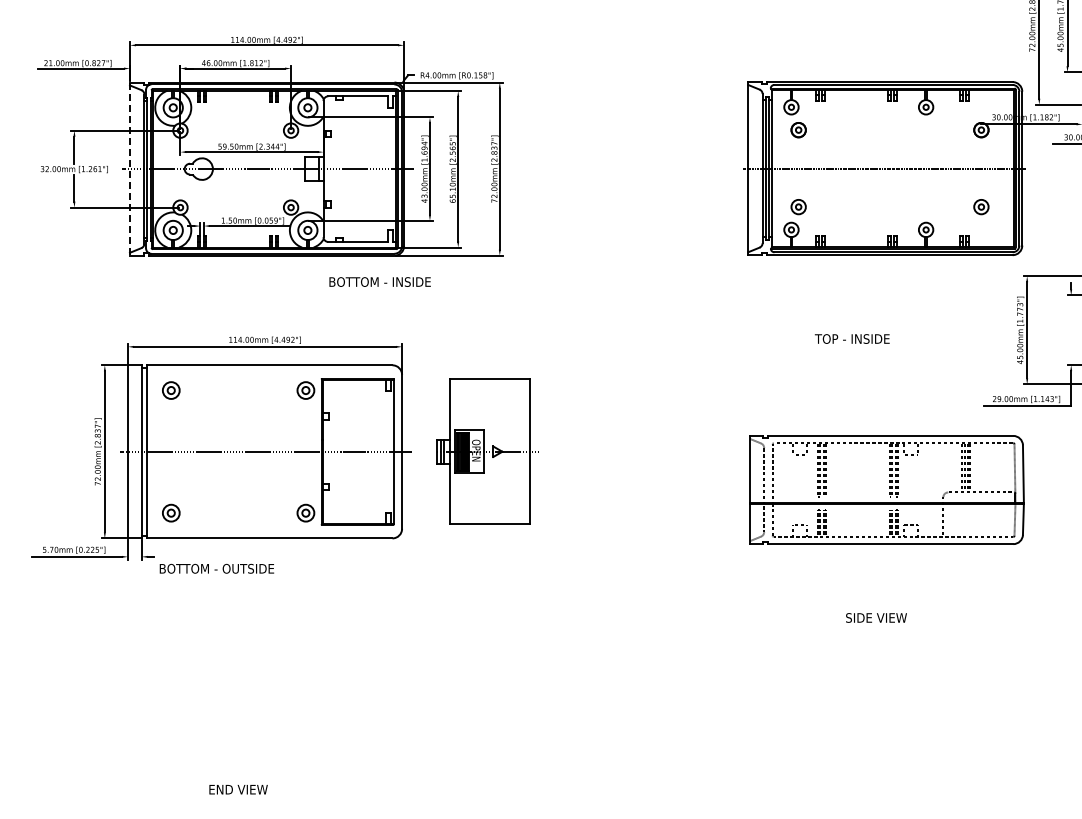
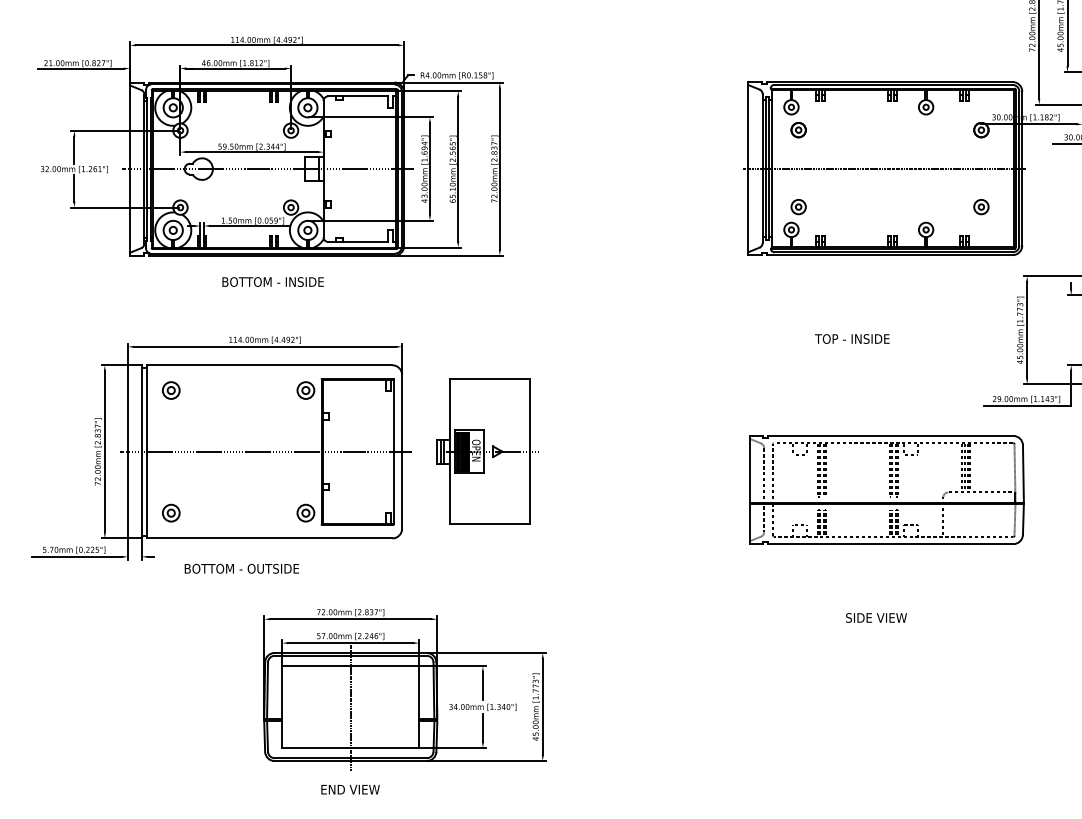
line at (129, 169): dashed -> solid
text at (379, 281) position: (379, 281) -> (272, 281)
text at (216, 568) position: (216, 568) -> (241, 568)
part at (404, 689): none -> present
text at (238, 789) position: (238, 789) -> (350, 789)
